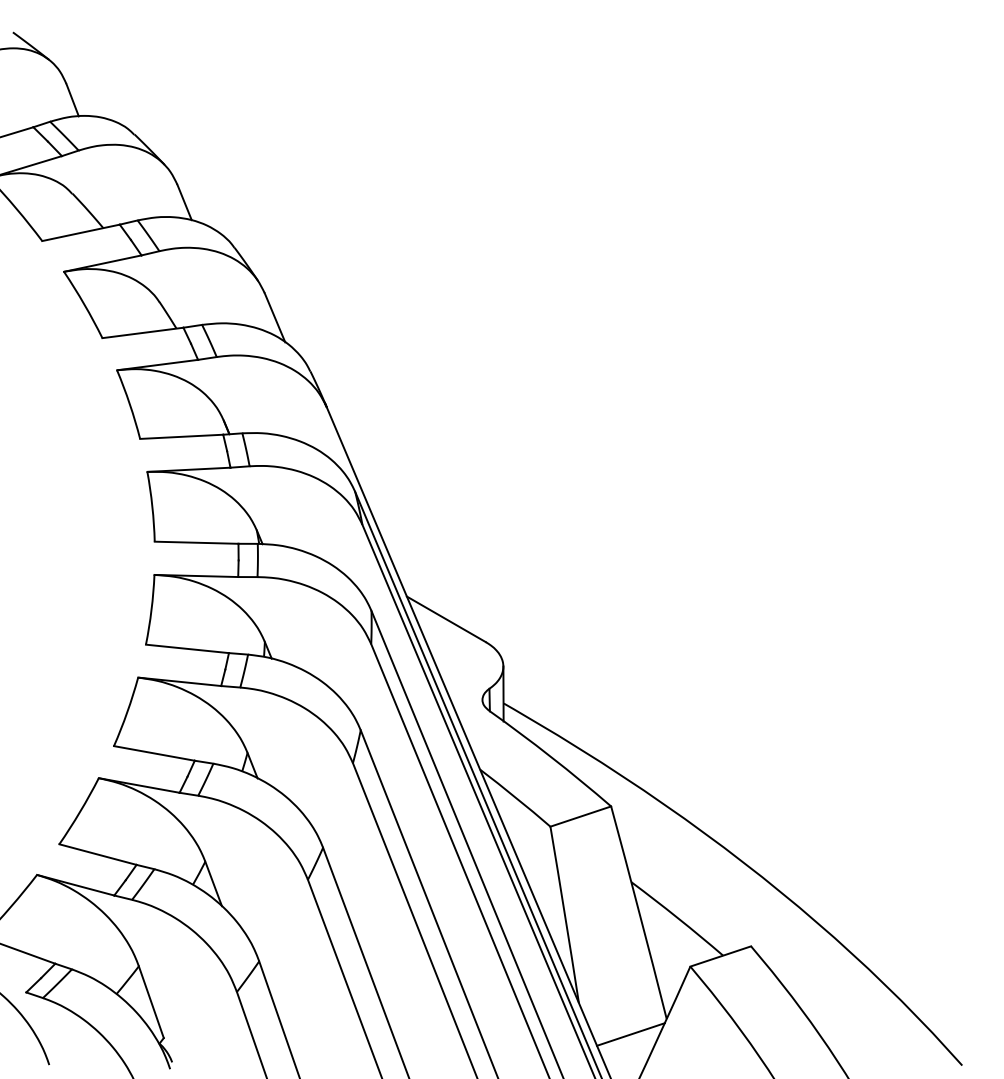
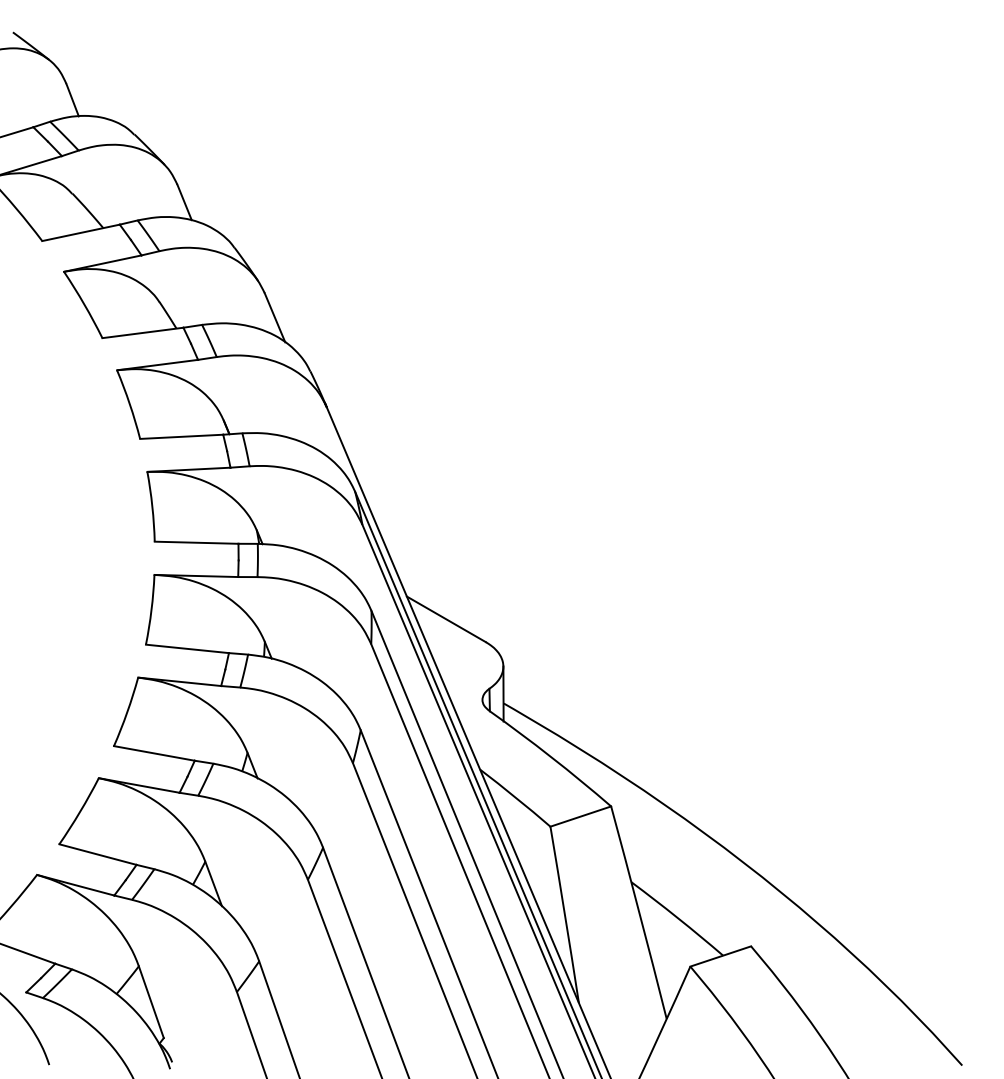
line at (630, 1034): present -> none
